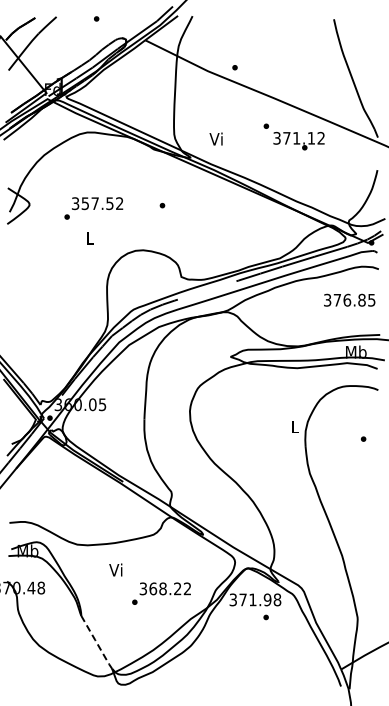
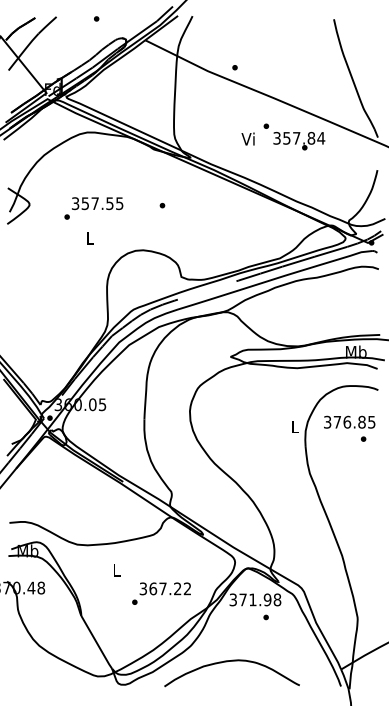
text at (304, 137): 371.12 -> 357.84
text at (215, 138) position: (215, 138) -> (247, 138)
text at (119, 203): 357.52 -> 357.55
text at (349, 299) position: (349, 299) -> (349, 421)
text at (115, 569): Vi -> L
text at (162, 588): 368.22 -> 367.22
line at (96, 642): dashed -> solid
curve at (227, 662): none -> present
